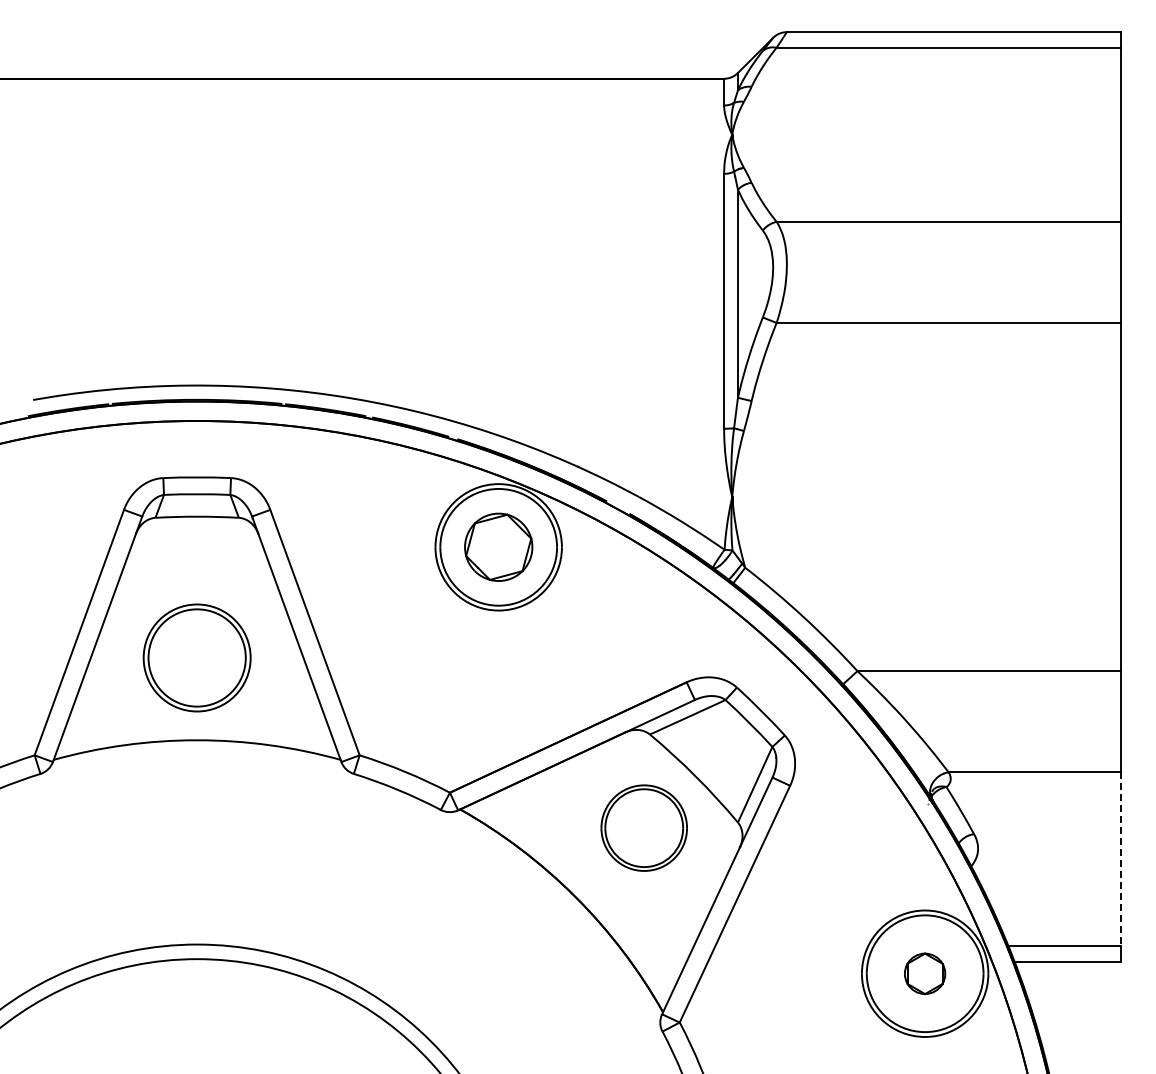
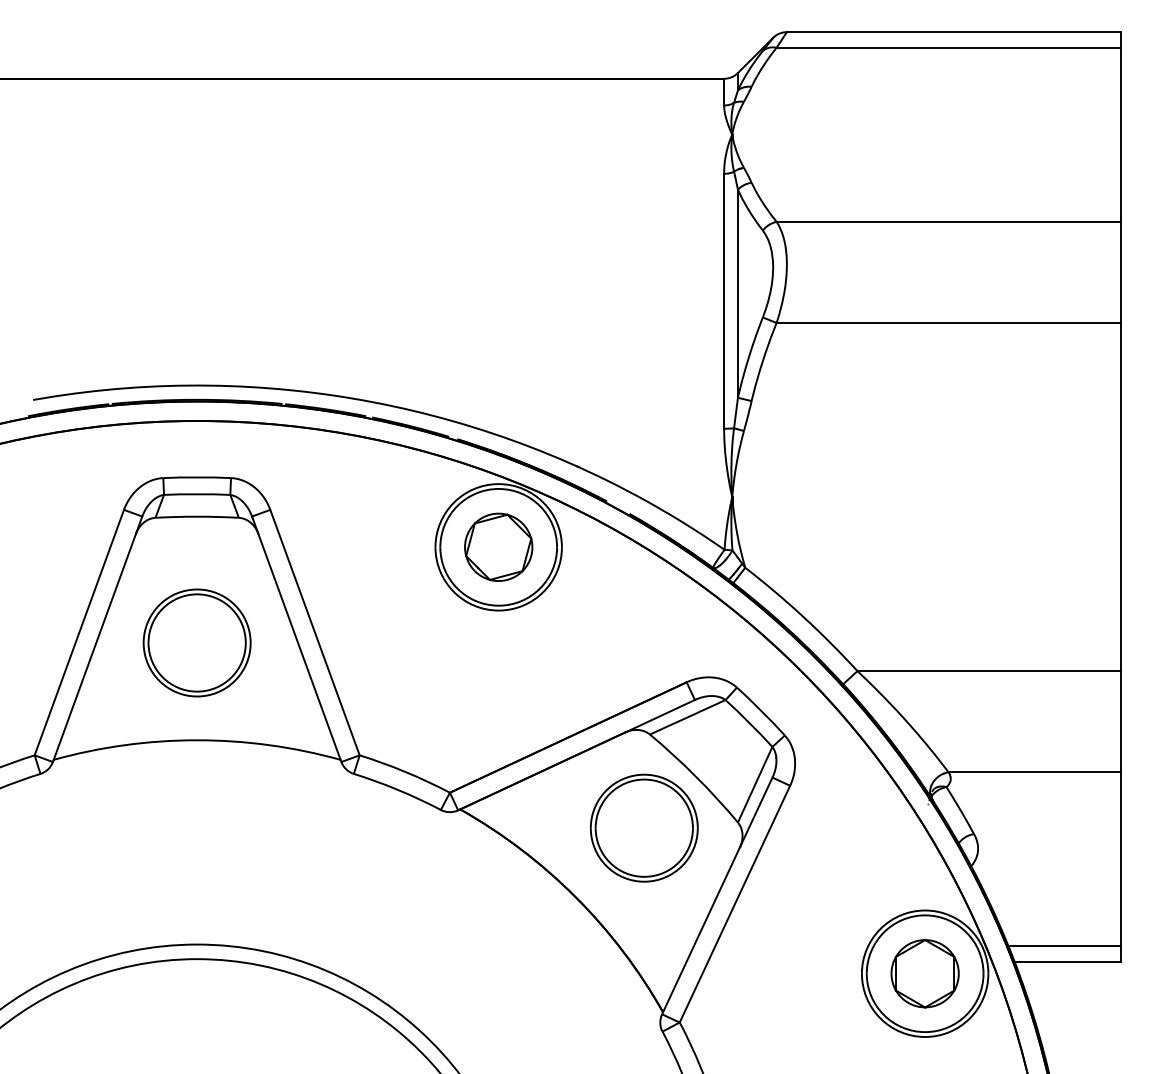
part at (196, 657) position: (196, 657) -> (196, 642)
part at (643, 827) size: 88x88 px -> 110x110 px
line at (1121, 859): dashed -> solid
part at (925, 973) size: 43x44 px -> 70x70 px
